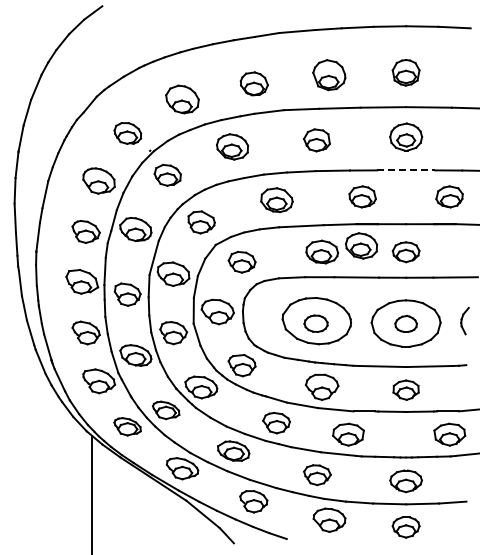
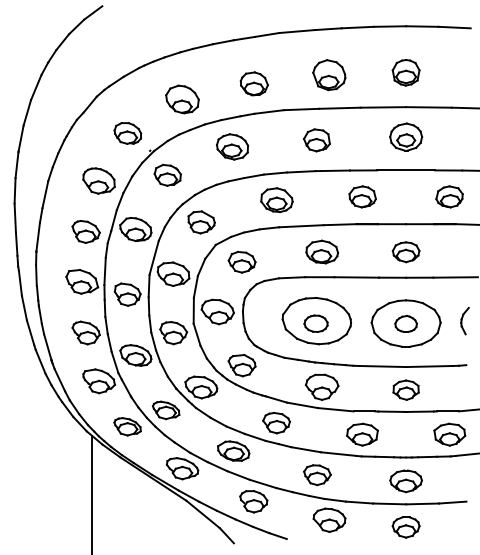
line at (406, 170): dashed -> solid
part at (361, 245): present -> none
part at (348, 434) position: (348, 434) -> (362, 434)
